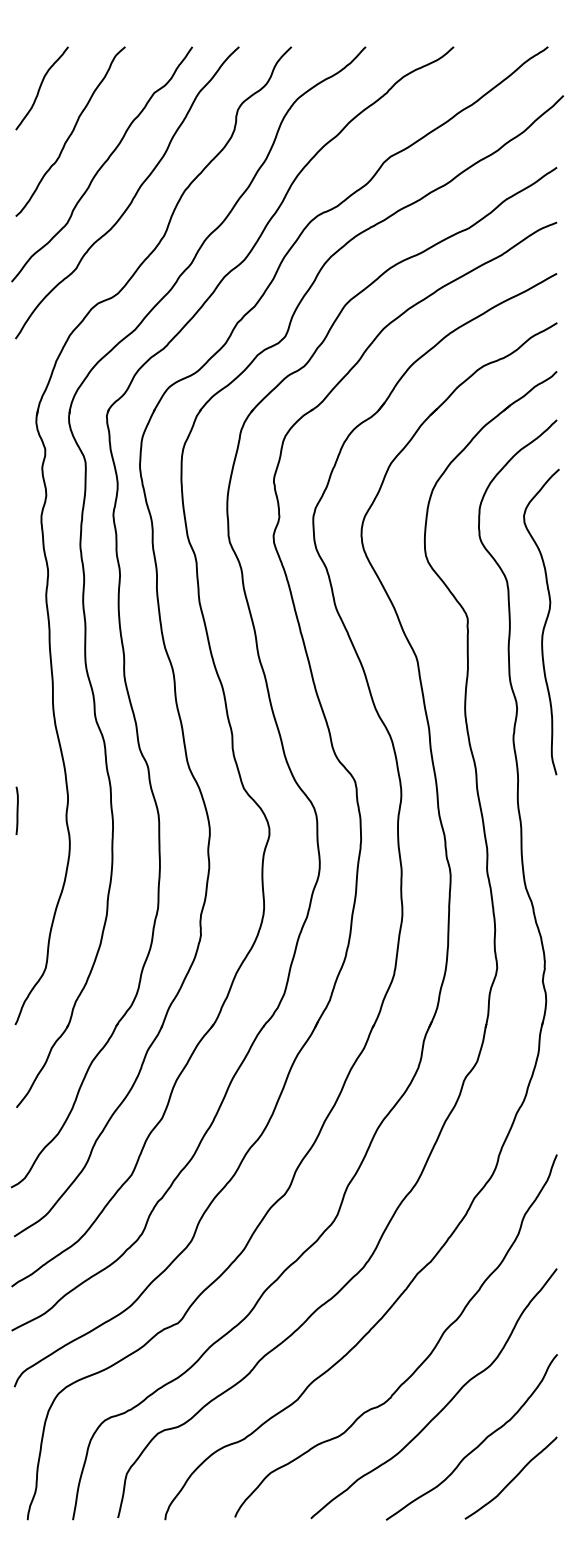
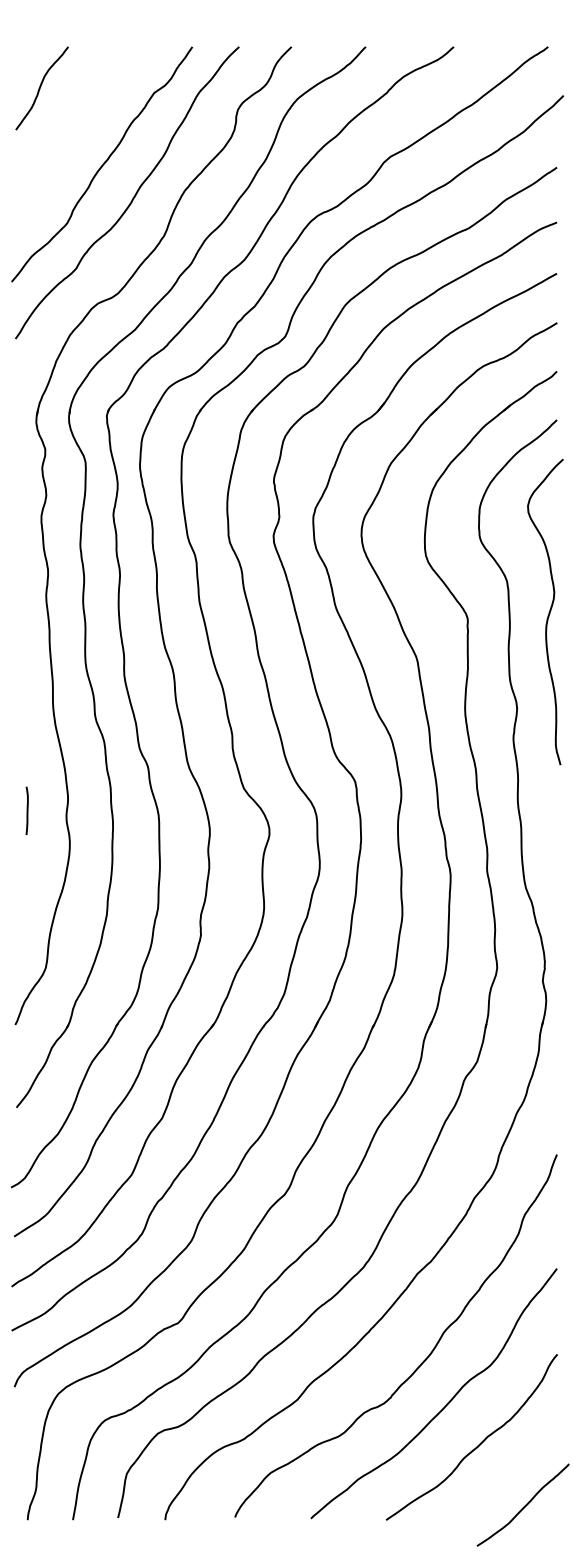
curve at (71, 131): present -> none
curve at (544, 622) position: (544, 622) -> (548, 612)
line at (16, 810) position: (16, 810) -> (26, 810)
curve at (512, 1478) position: (512, 1478) -> (524, 1505)
